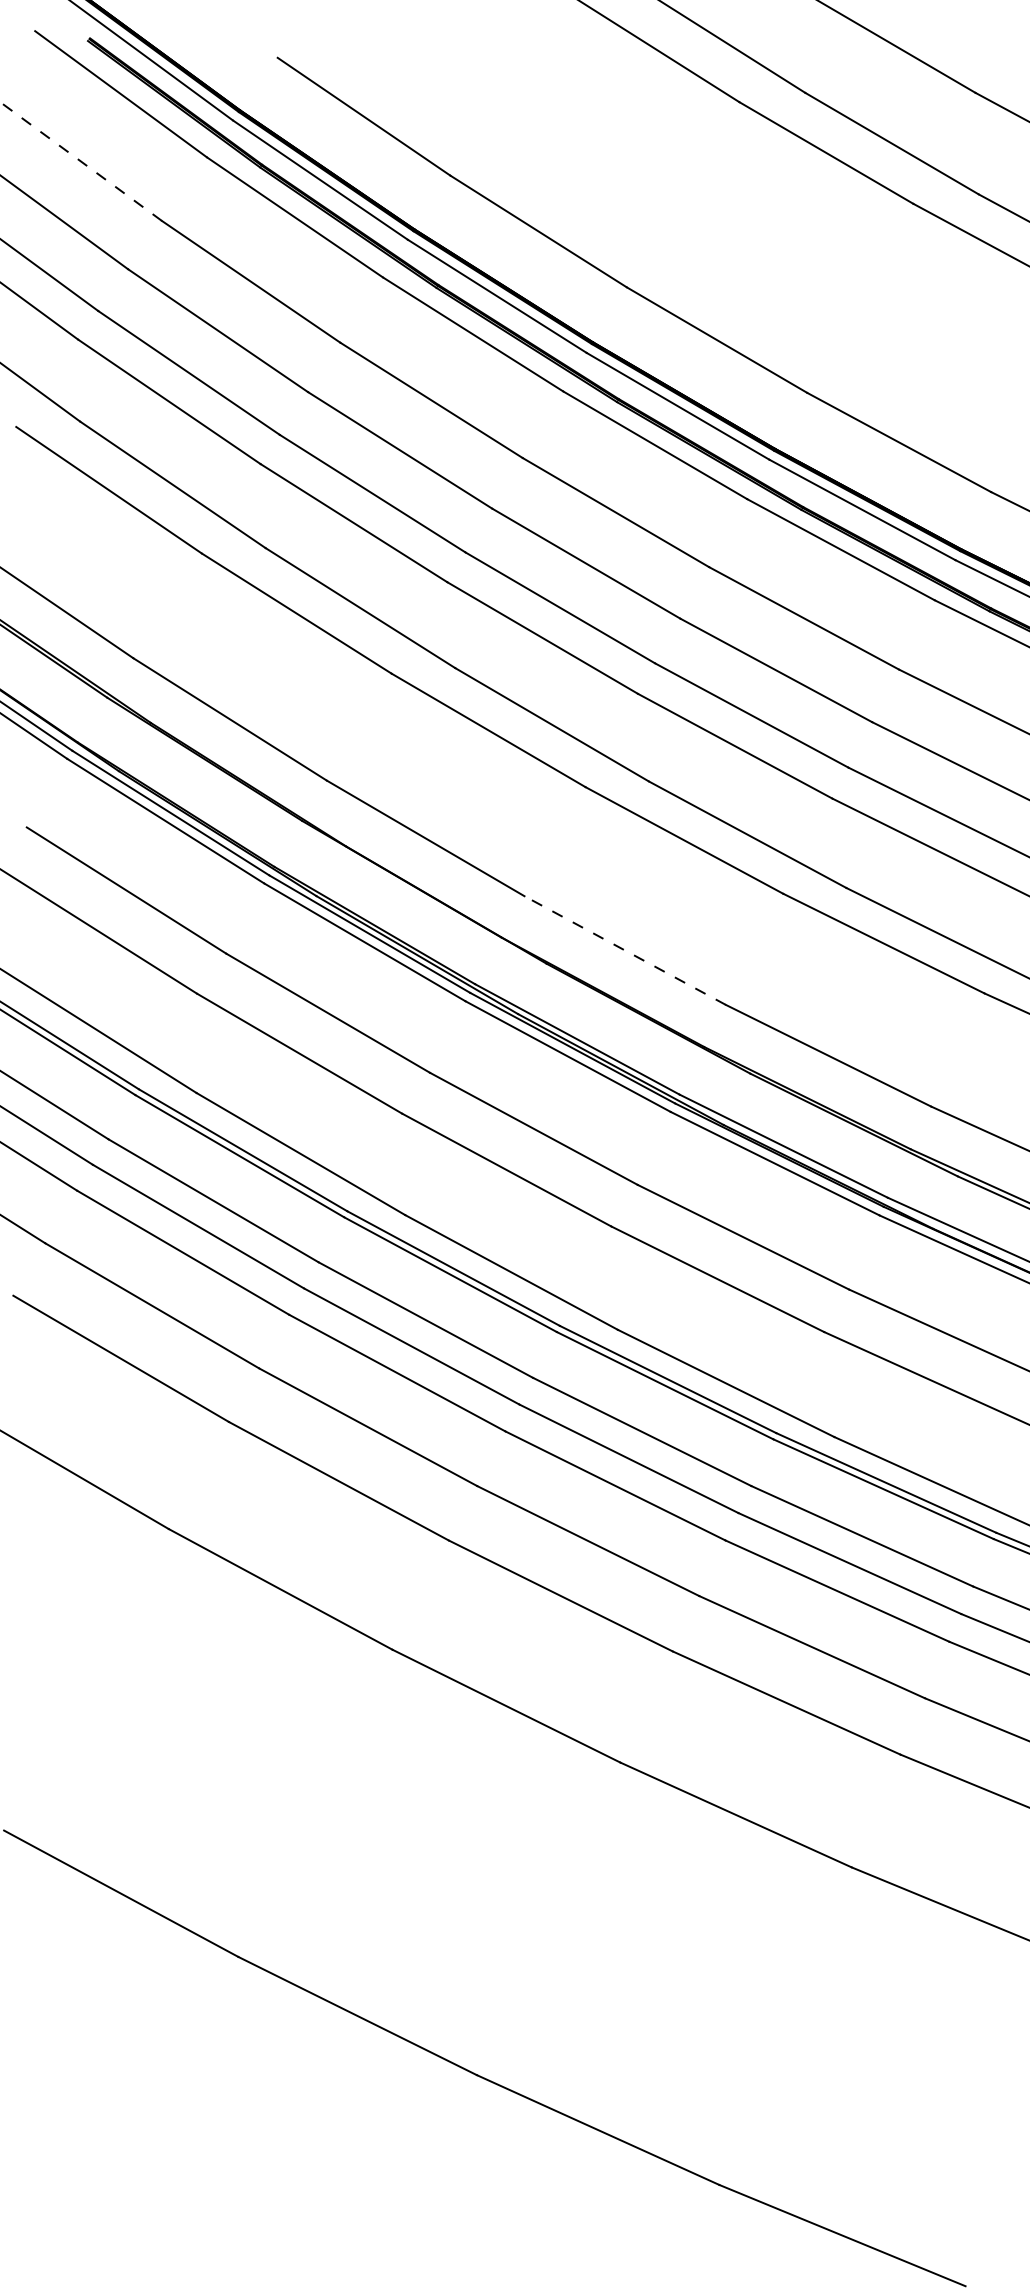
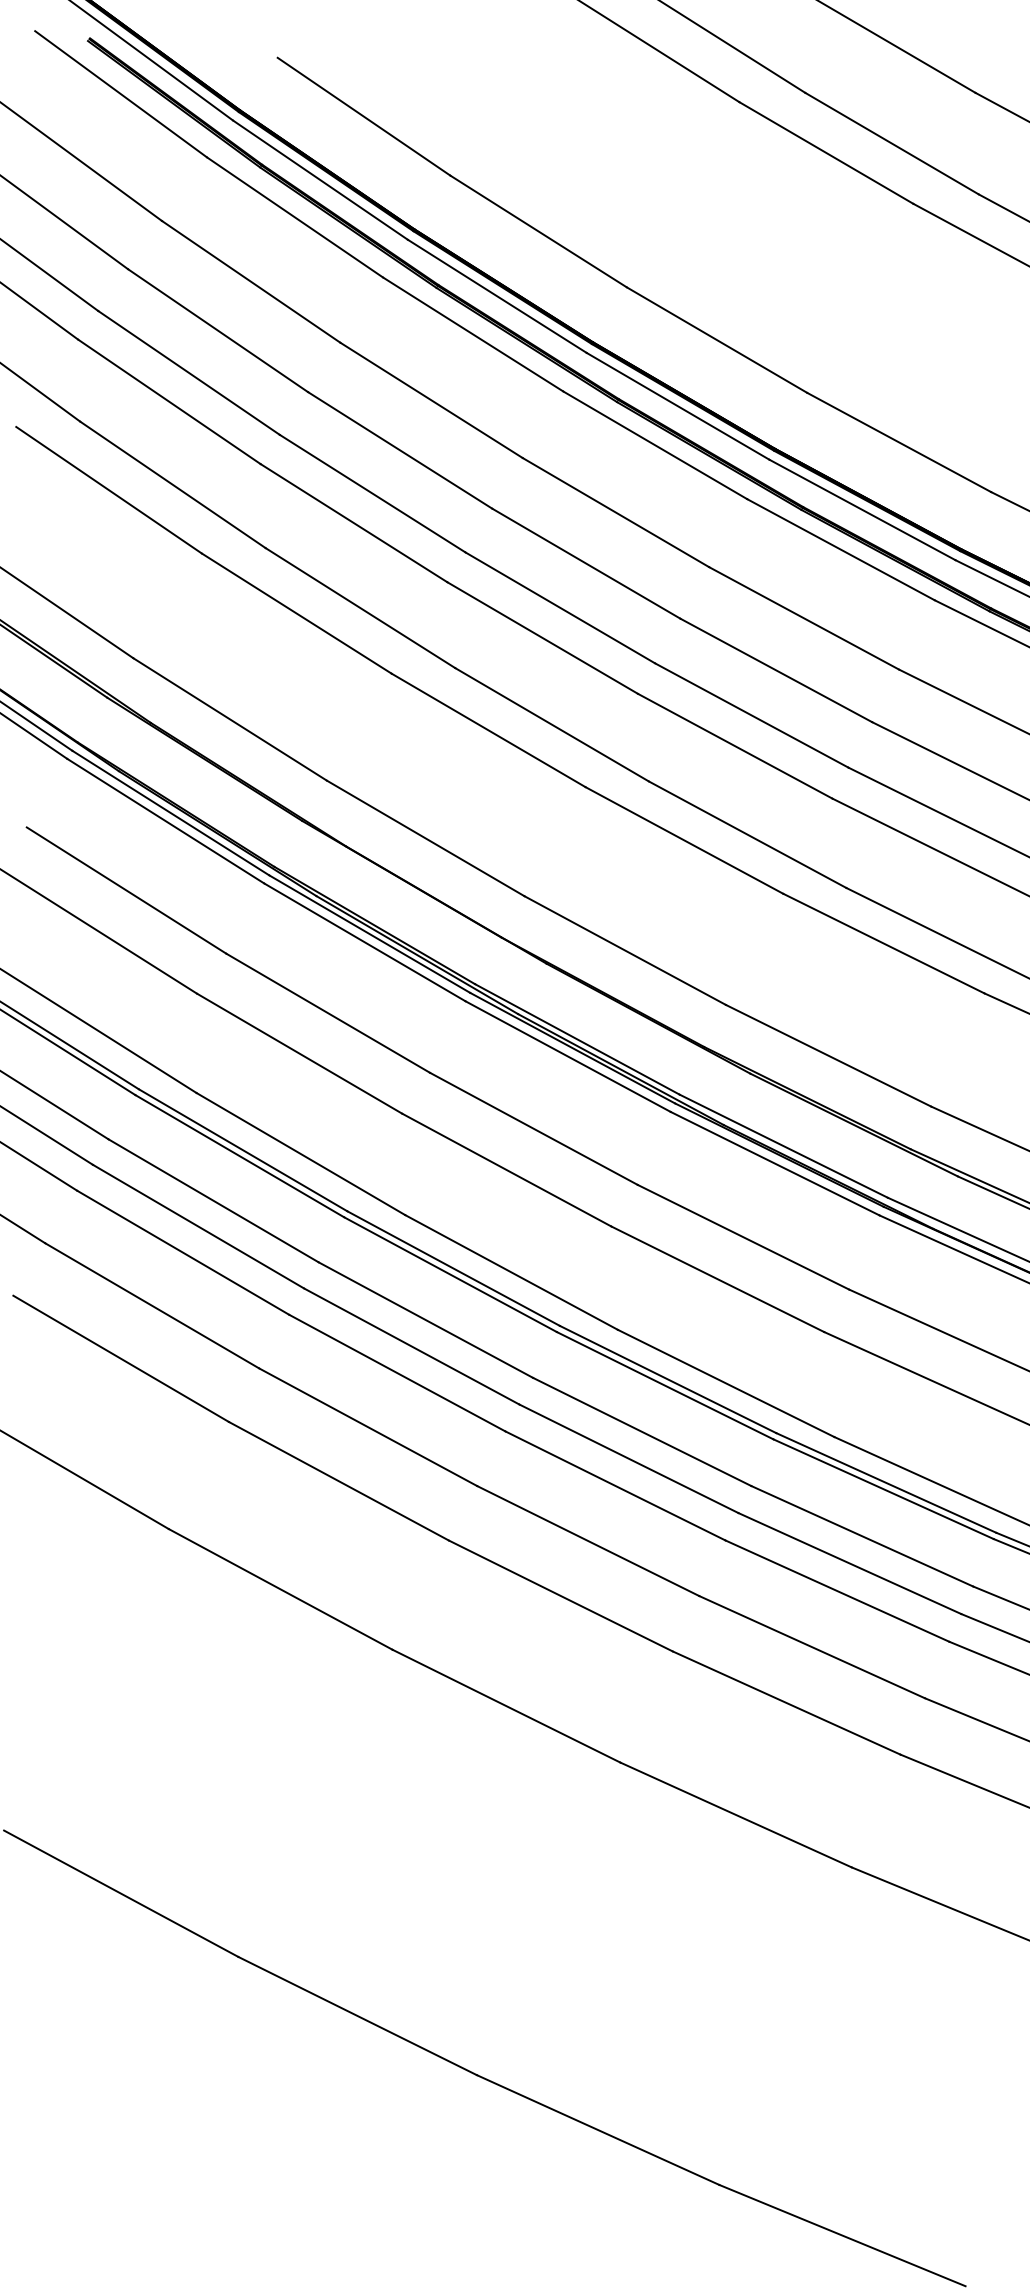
line at (80, 161): dashed -> solid
line at (624, 950): dashed -> solid
